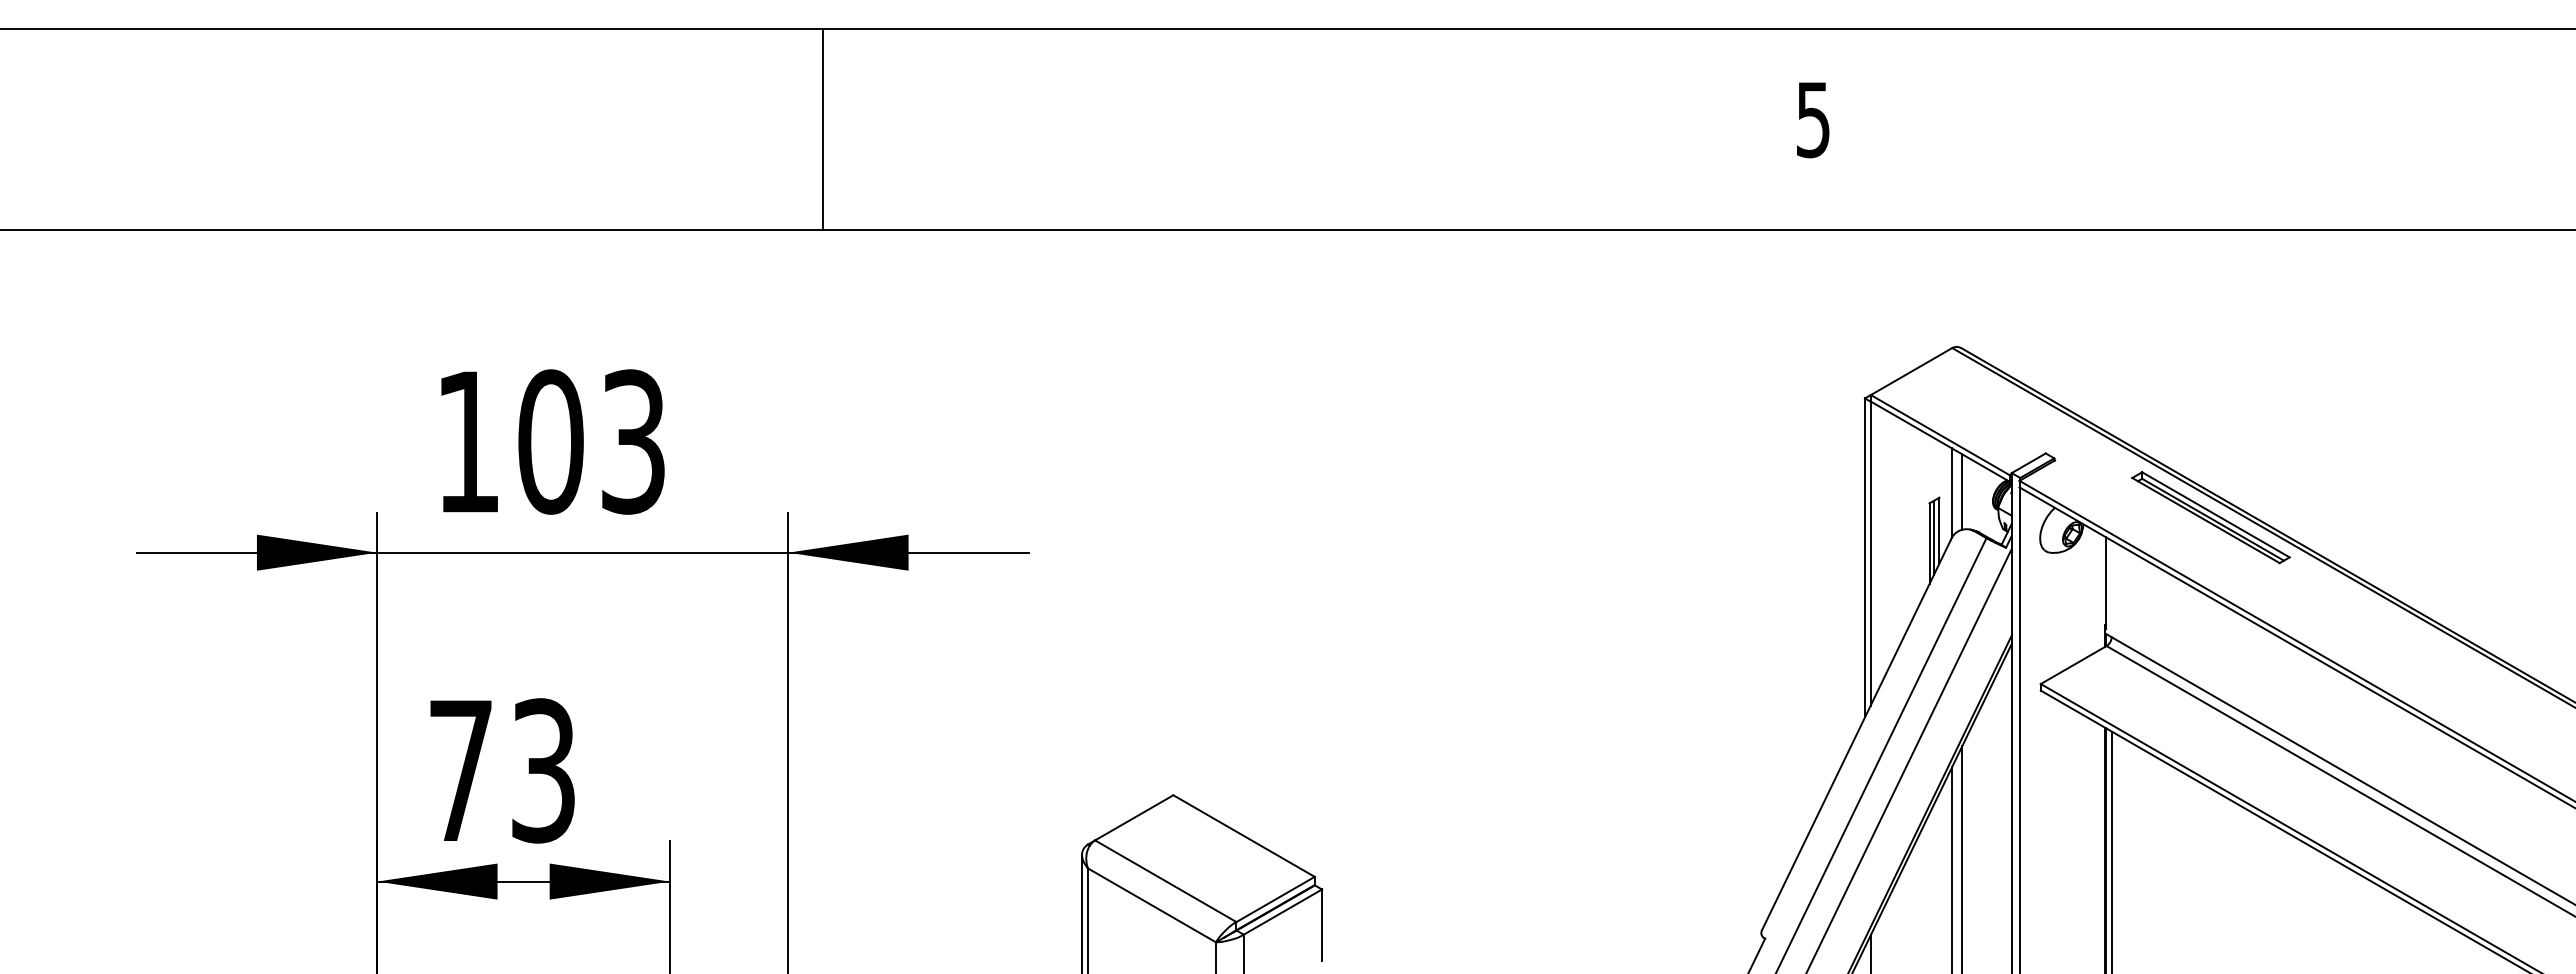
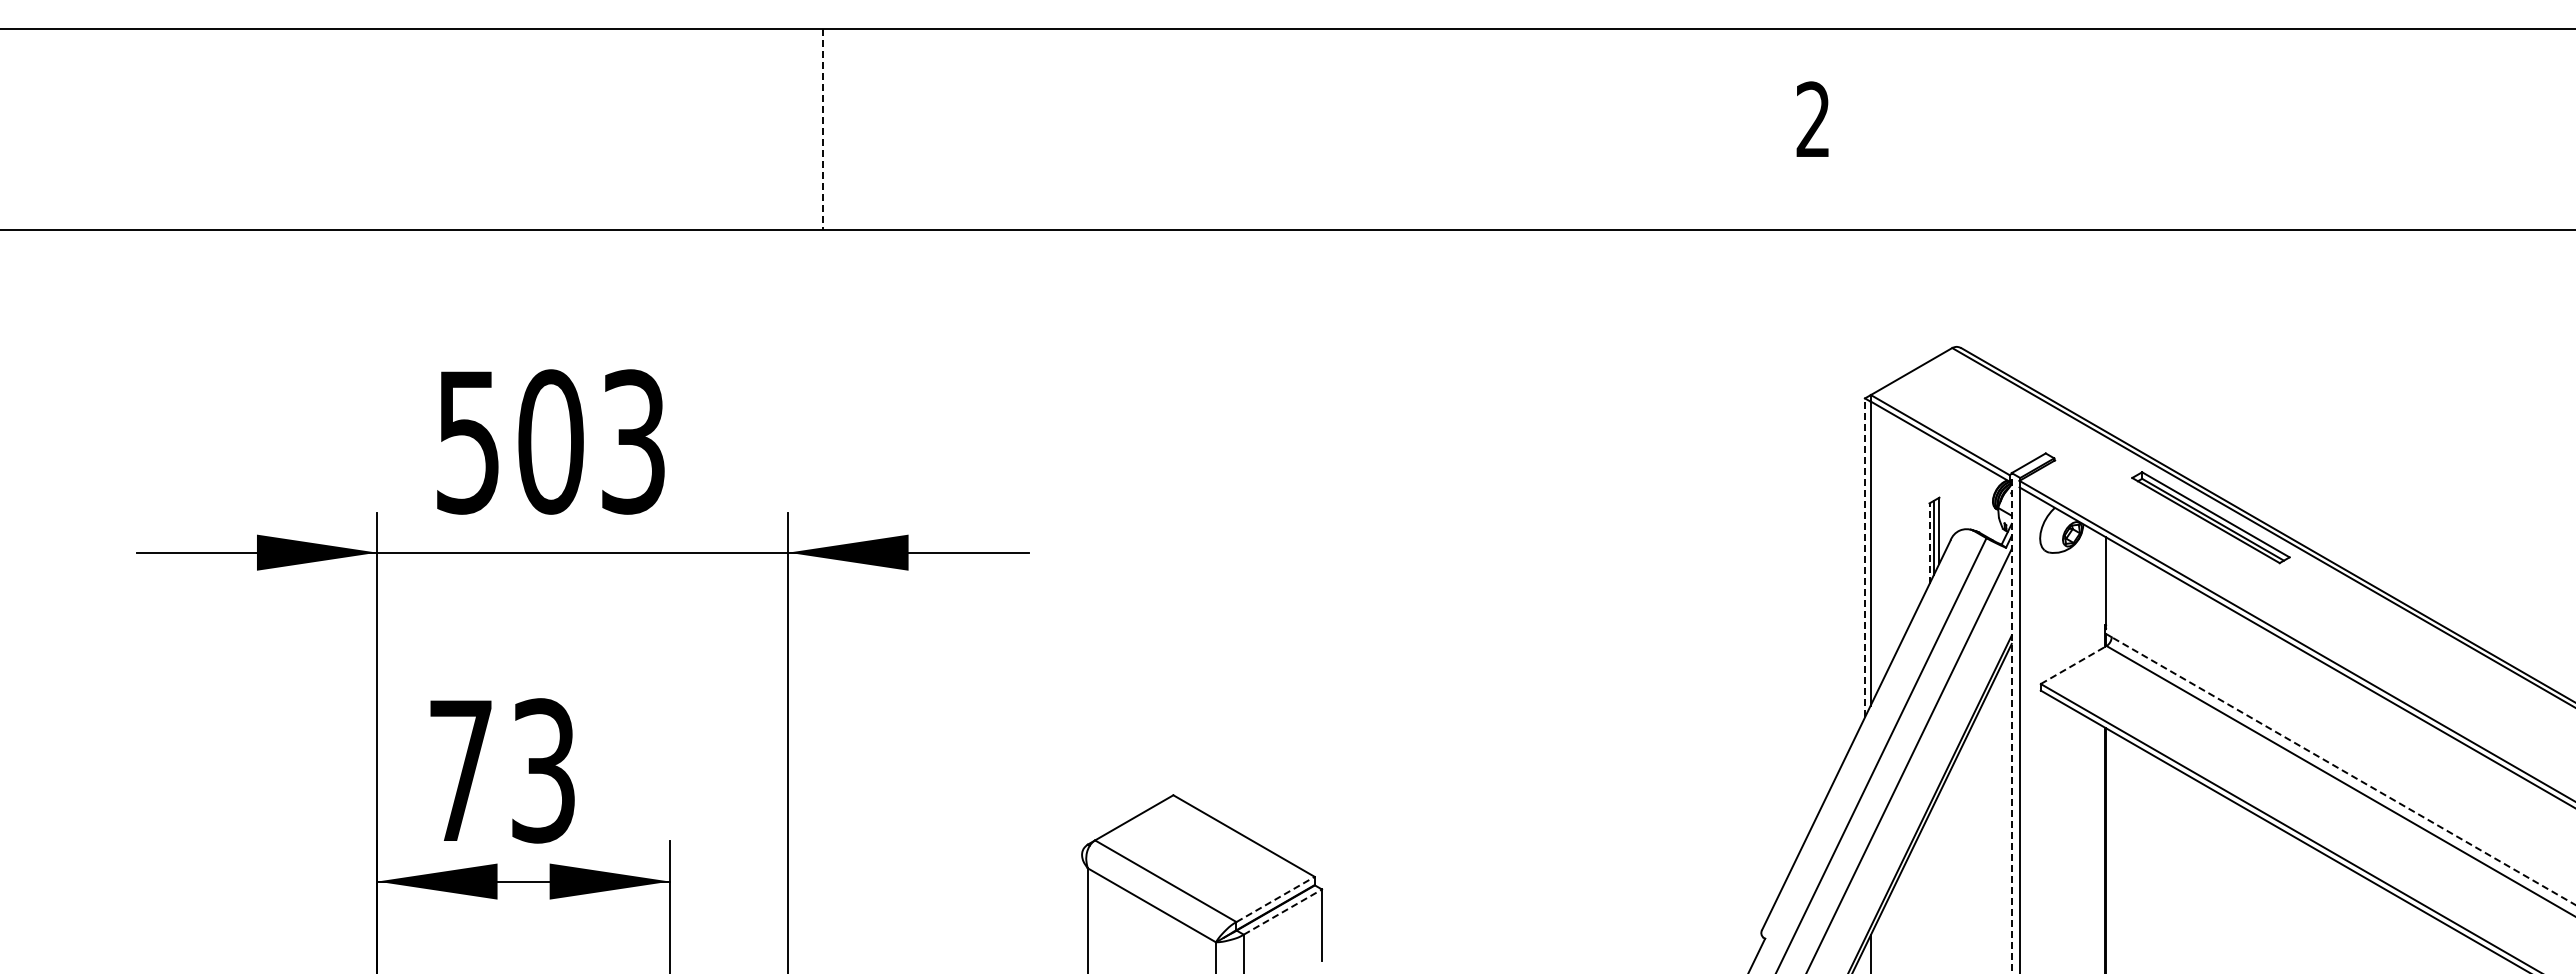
text at (1812, 119): 5 -> 2
line at (822, 130): solid -> dashed
text at (467, 442): 103 -> 503
line at (1962, 491): present -> none
line at (1952, 492): present -> none
line at (1929, 543): solid -> dashed
line at (1865, 557): solid -> dashed
line at (2073, 665): solid -> dashed
line at (2011, 723): solid -> dashed
line at (2343, 771): solid -> dashed
line at (2111, 850): present -> none
line at (1962, 858): present -> none
line at (1952, 868): present -> none
line at (1276, 899): solid -> dashed
line at (1283, 911): solid -> dashed
line at (1082, 912): present -> none
